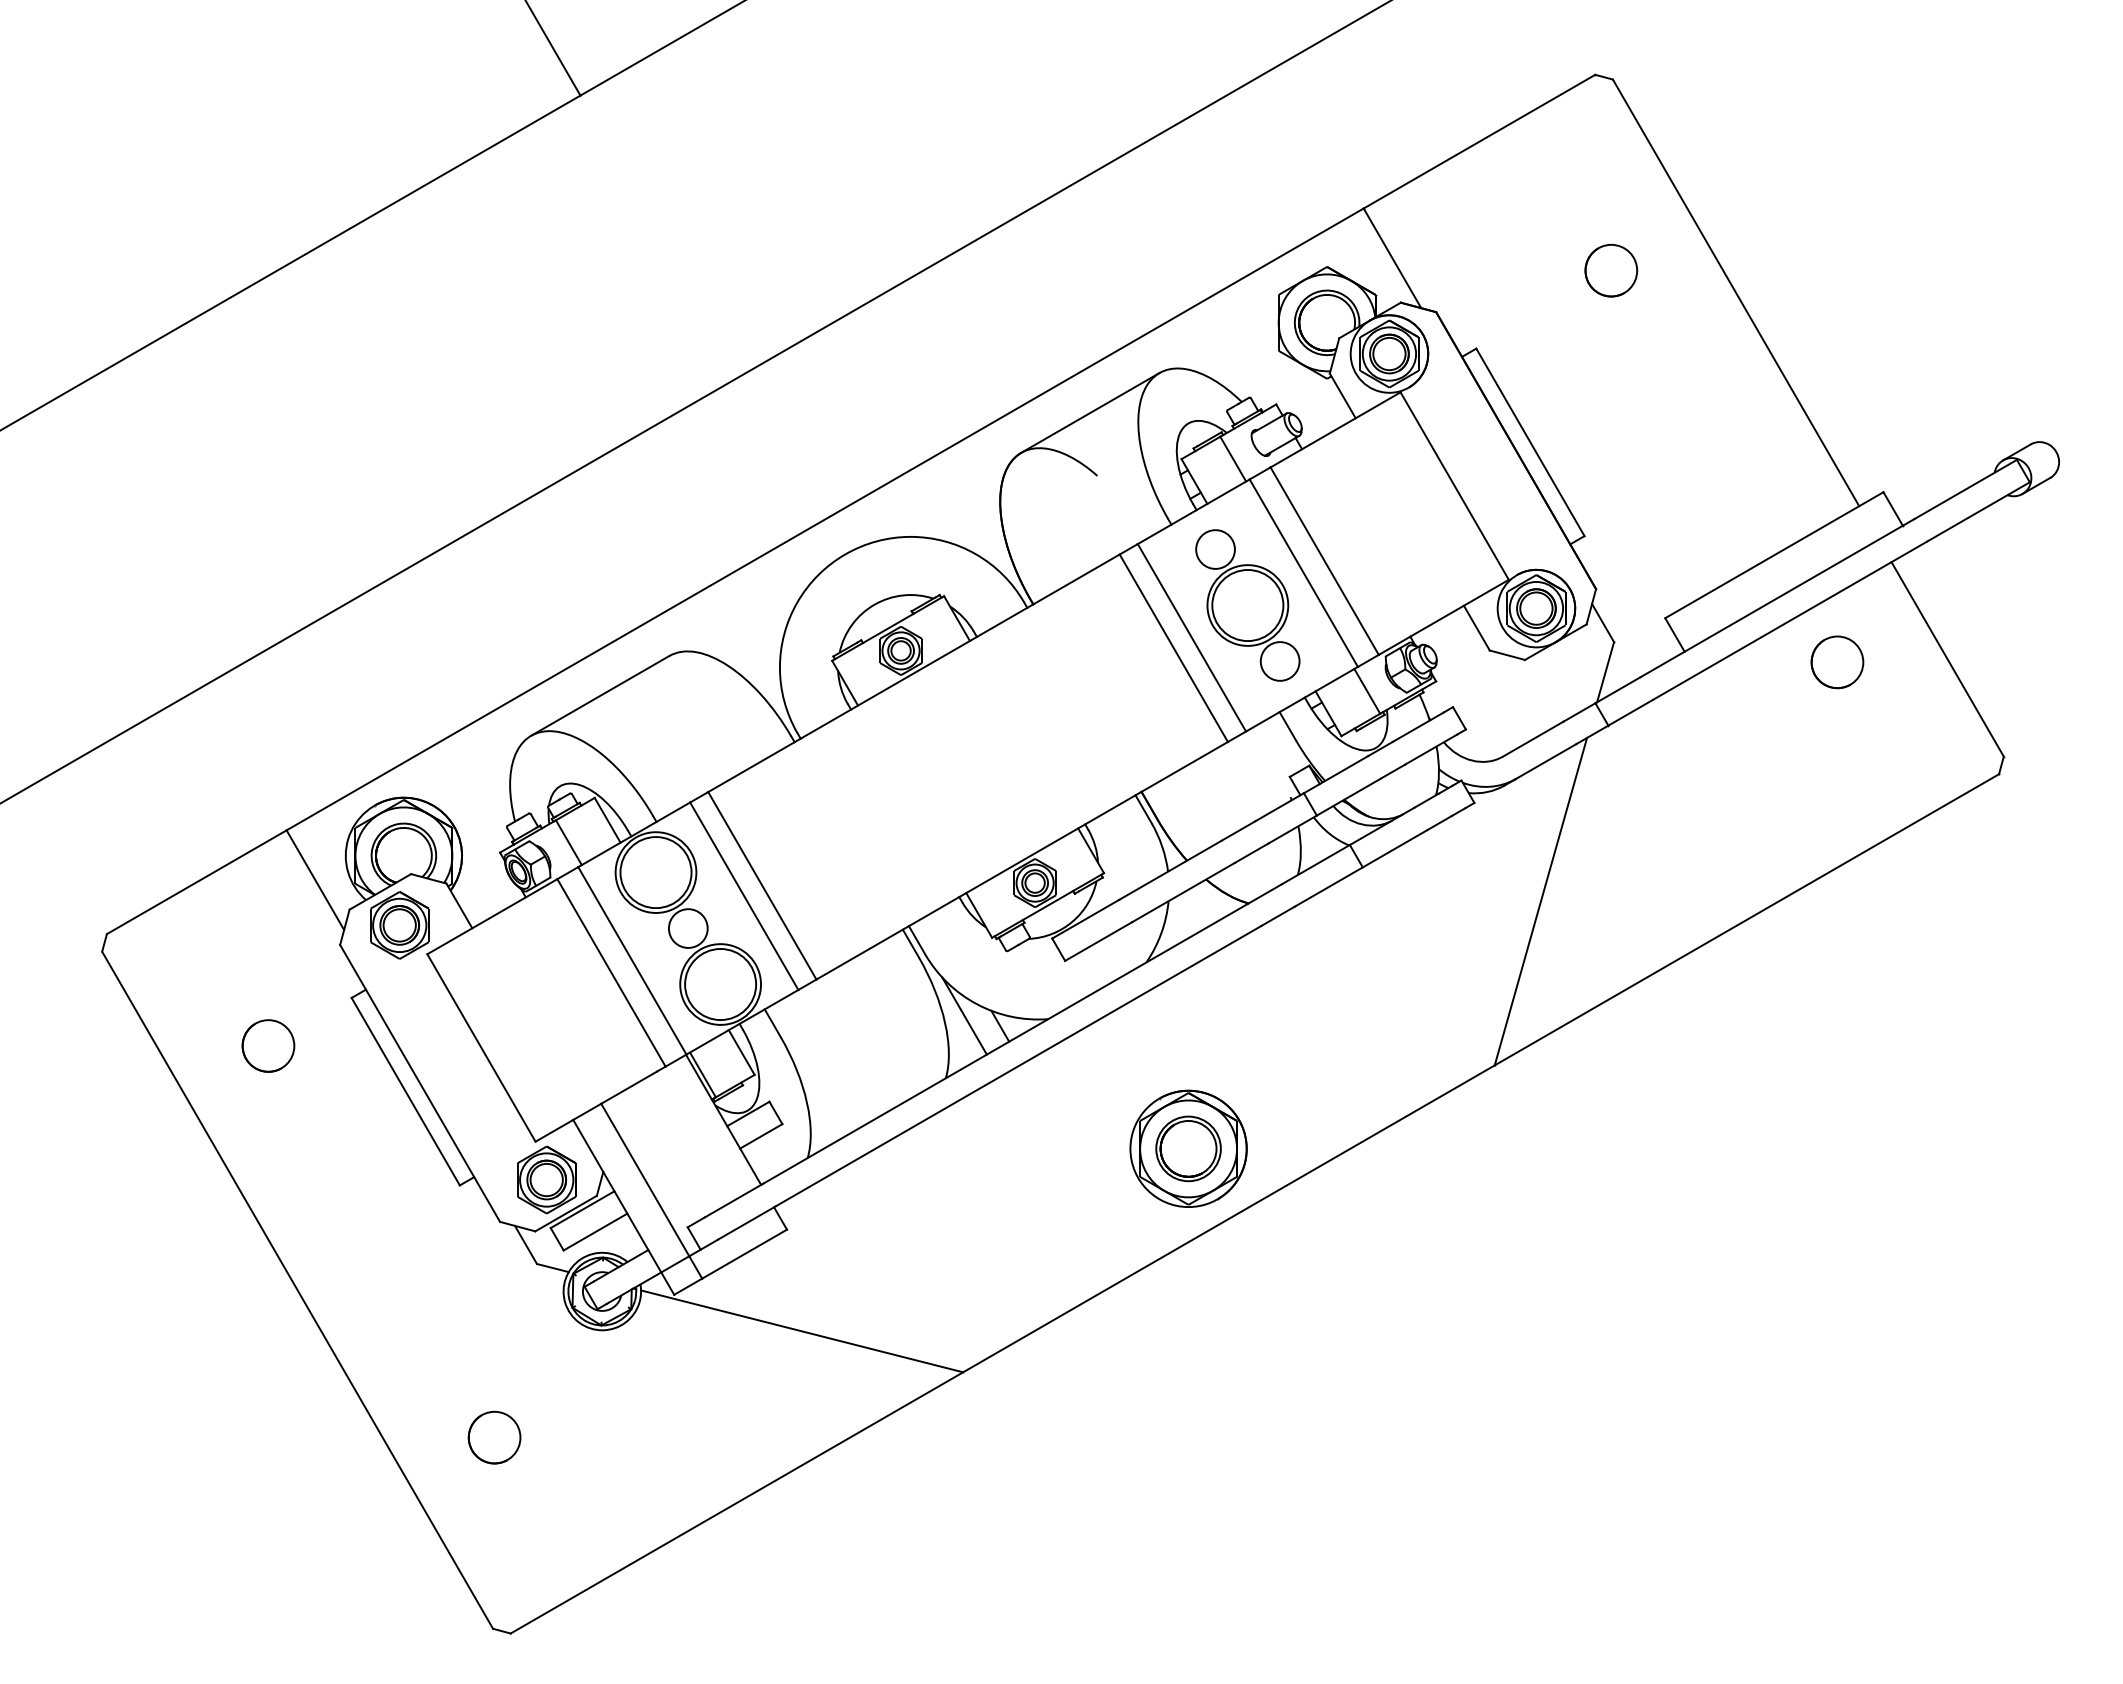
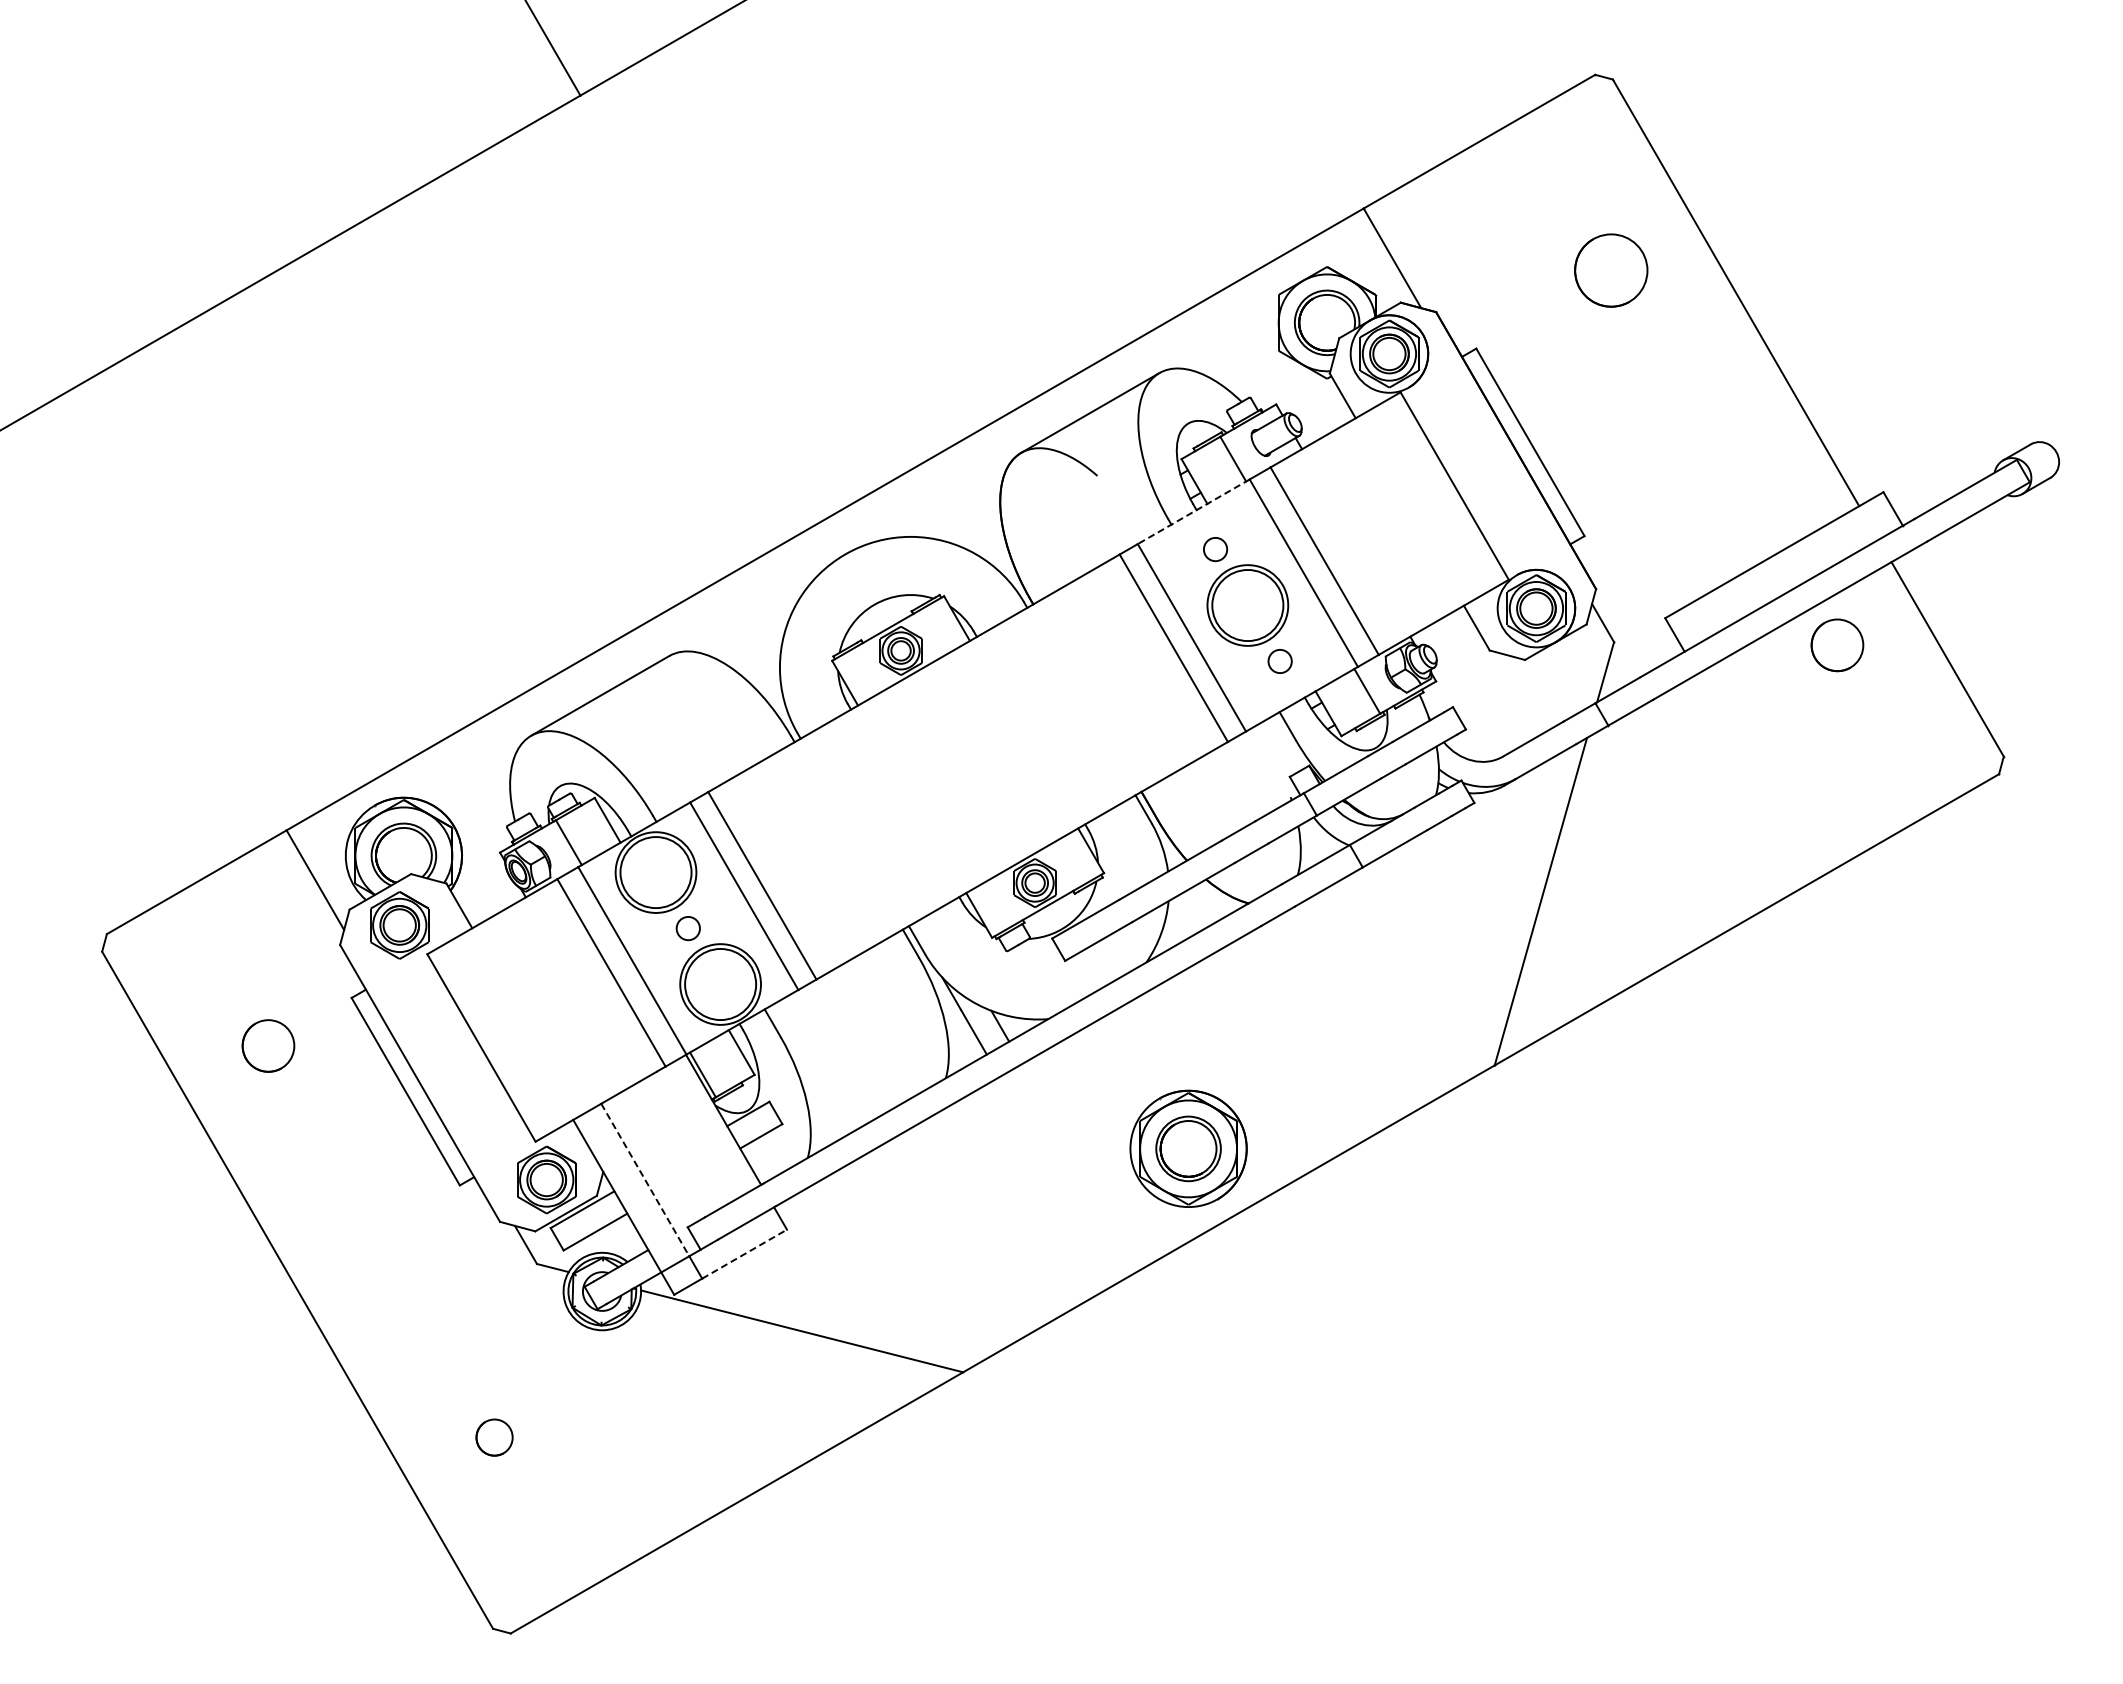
part at (1611, 270) size: 55x54 px -> 75x75 px
line at (694, 402): present -> none
line at (1193, 511): solid -> dashed
circle at (1215, 549) diameter: 39 px -> 23 px
circle at (1279, 661) diameter: 39 px -> 23 px
part at (1837, 662) position: (1837, 662) -> (1837, 645)
circle at (687, 928) diameter: 39 px -> 23 px
line at (645, 1180): solid -> dashed
line at (744, 1254): solid -> dashed
part at (494, 1437) size: 55x55 px -> 39x39 px
